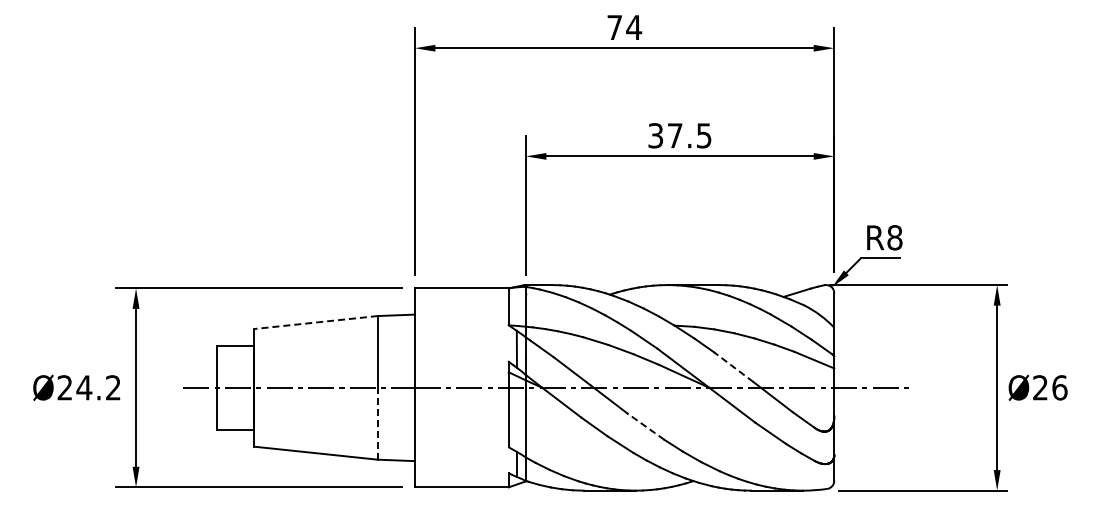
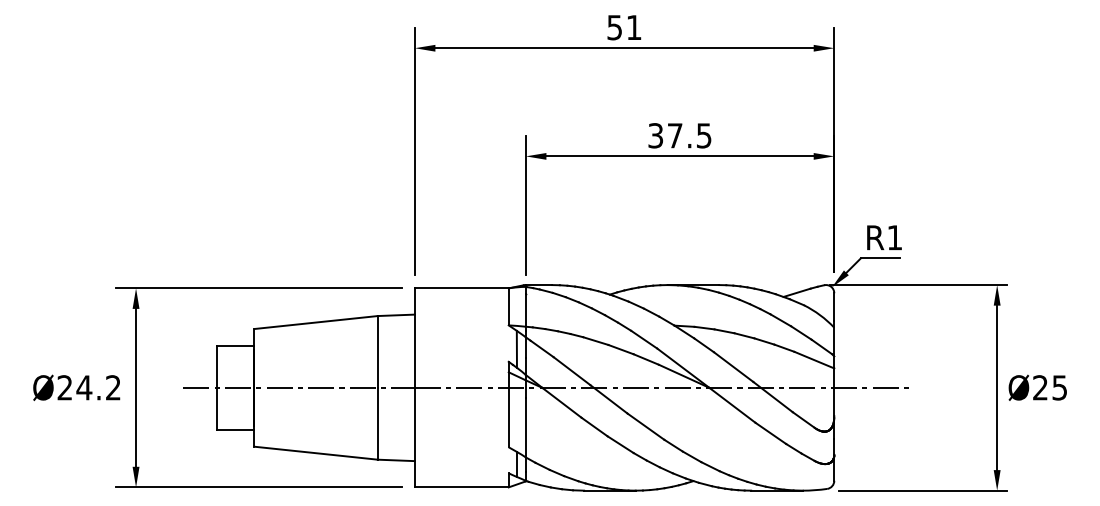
text at (624, 27): 74 -> 51
text at (894, 237): R8 -> R1
line at (315, 322): dashed -> solid
line at (733, 367): dashed -> solid
text at (1059, 387): Ø26 -> Ø25
line at (377, 423): dashed -> solid
line at (645, 426): dashed -> solid
